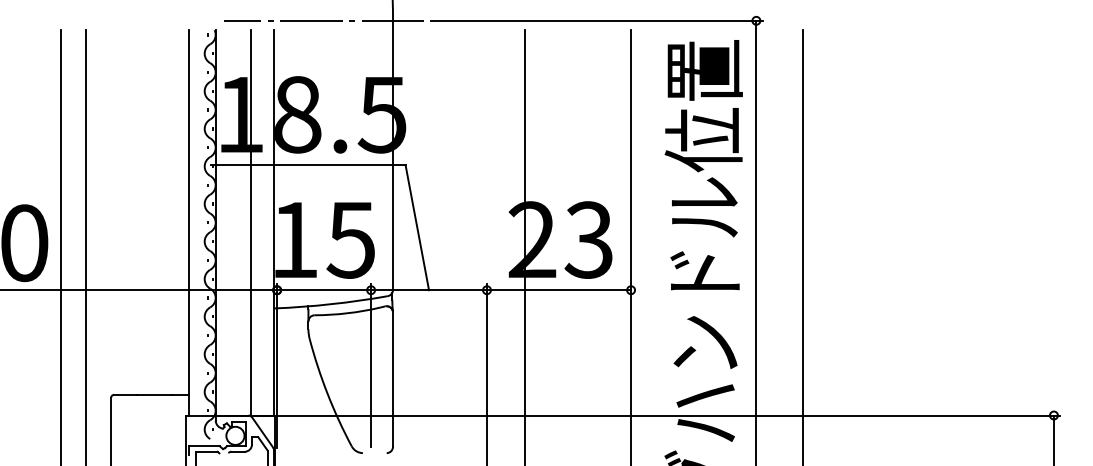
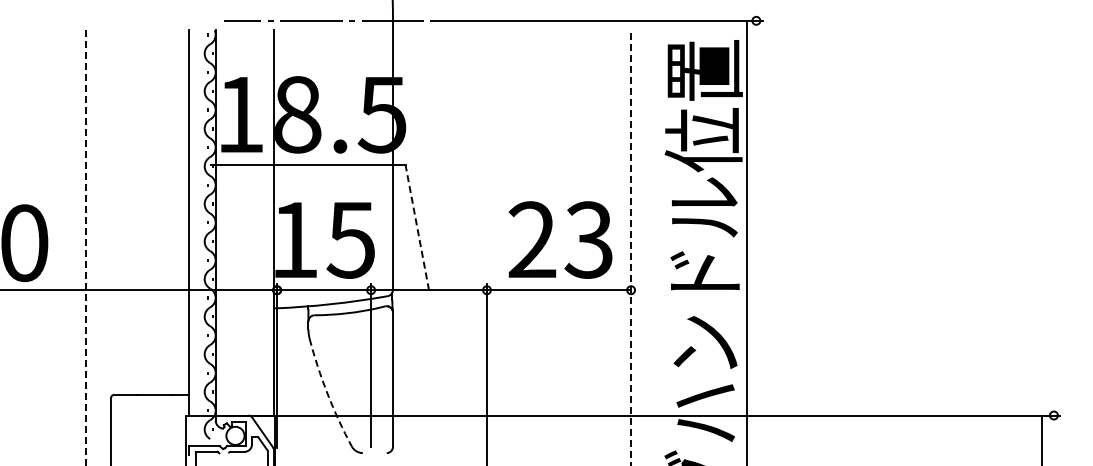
line at (250, 222): present -> none
line at (417, 227): solid -> dashed
line at (756, 241) position: (756, 241) -> (747, 241)
line at (60, 246): present -> none
line at (524, 246): present -> none
line at (803, 246): present -> none
line at (631, 247): solid -> dashed
line at (86, 248): solid -> dashed
arc at (327, 393): solid -> dashed
line at (1053, 438) position: (1053, 438) -> (1041, 438)
